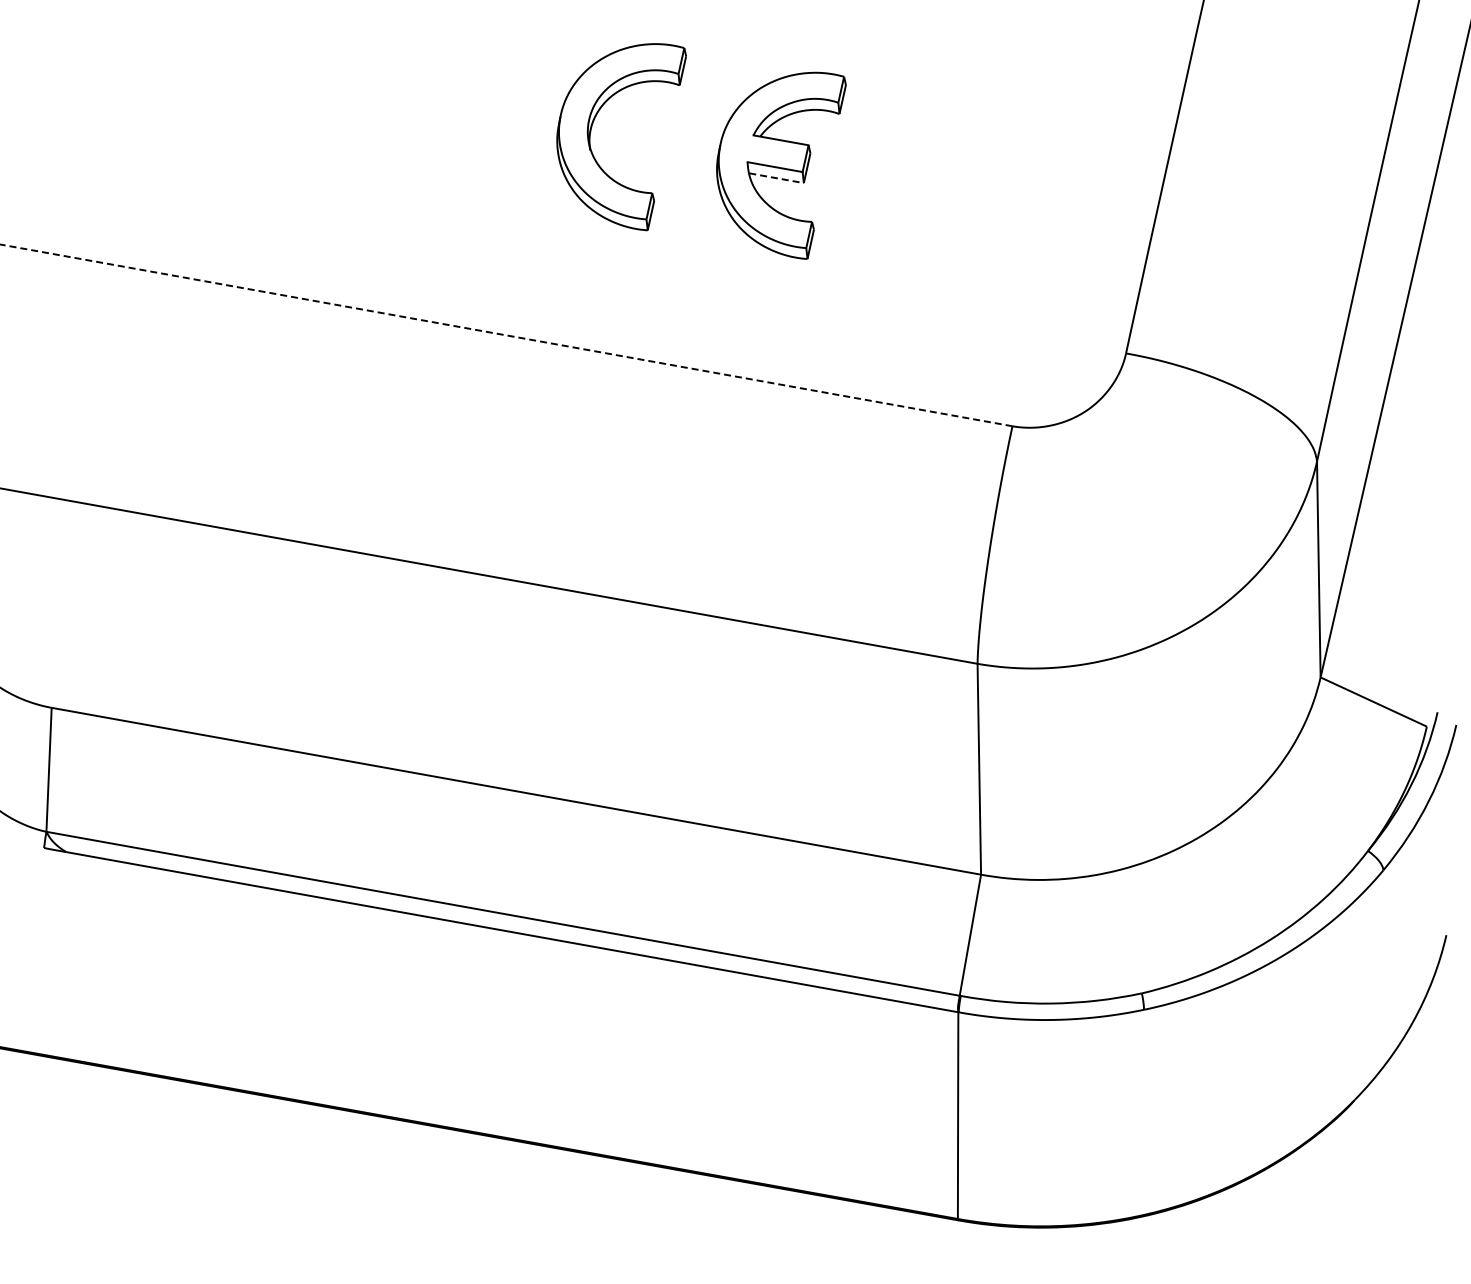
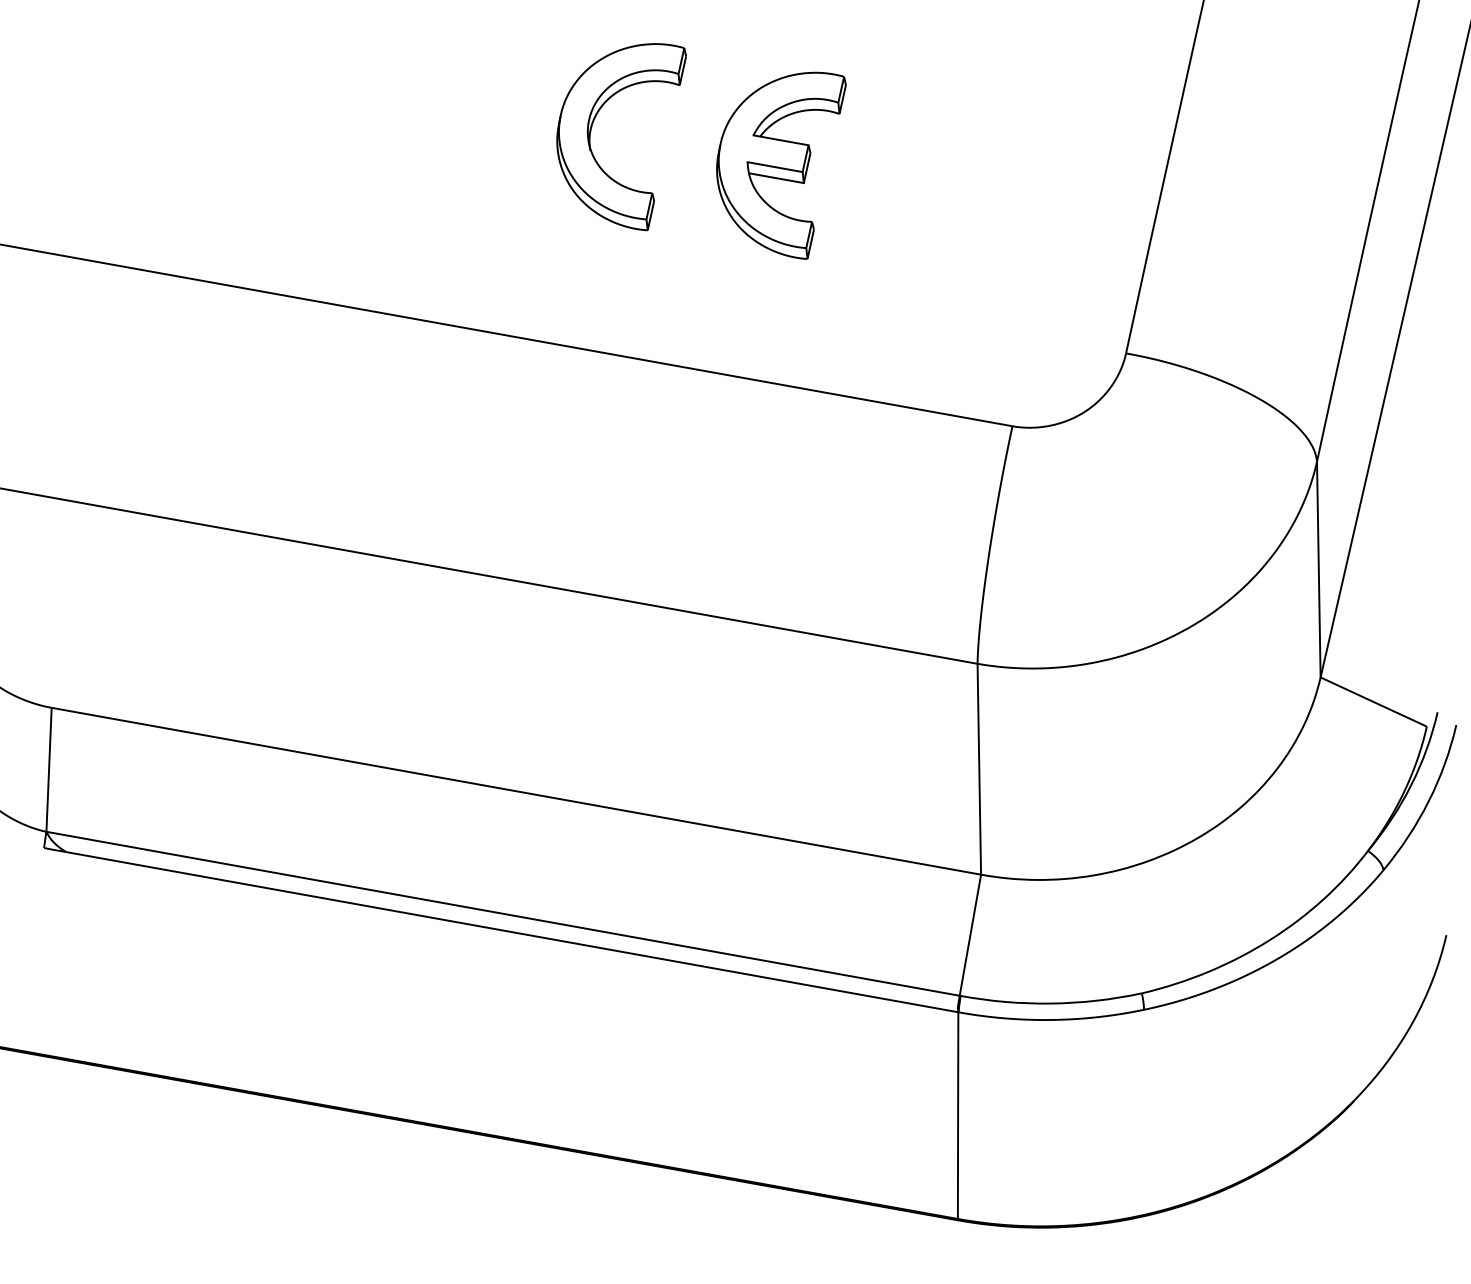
line at (776, 178): dashed -> solid
line at (506, 335): dashed -> solid
